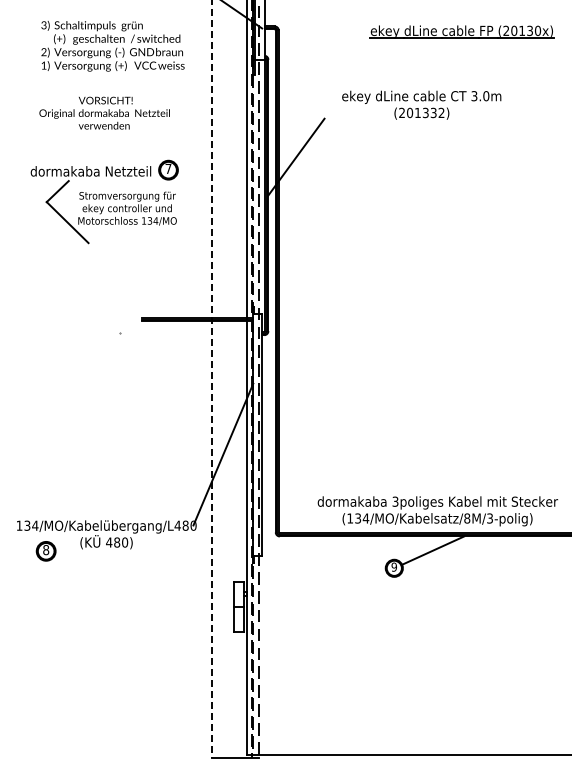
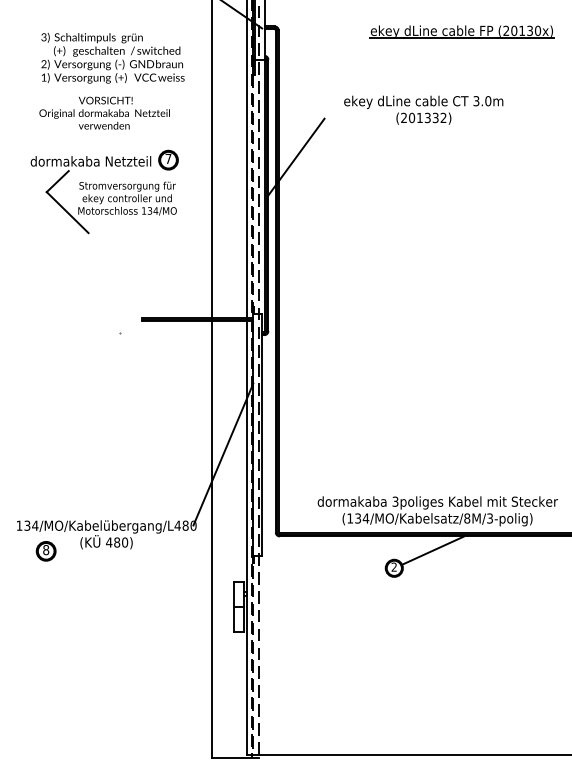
text at (112, 46) position: (112, 46) -> (112, 58)
text at (421, 104) position: (421, 104) -> (423, 109)
part at (104, 201) position: (104, 201) -> (104, 191)
line at (211, 378): dashed -> solid
text at (393, 566): 9 -> 2
